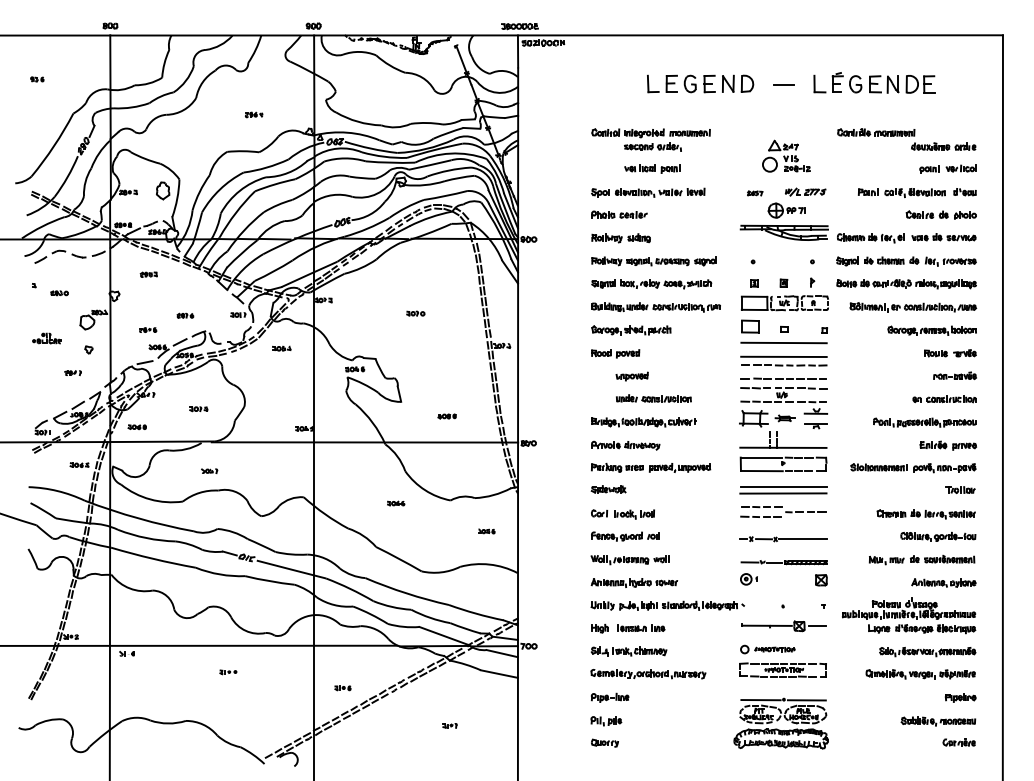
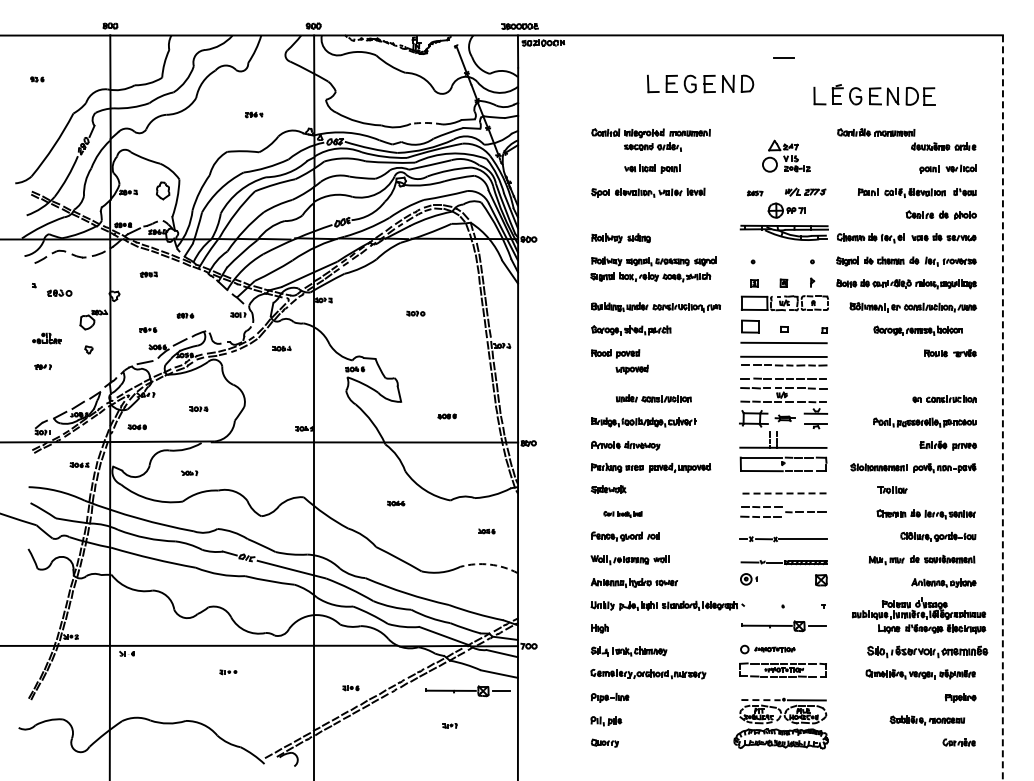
part at (874, 82) position: (874, 82) -> (874, 94)
line at (783, 84) position: (783, 84) -> (783, 57)
arc at (426, 123): solid -> dashed
part at (619, 214): present -> none
part at (651, 284) position: (651, 284) -> (650, 277)
part at (59, 293) size: 19x7 px -> 27x8 px
part at (931, 330) position: (931, 330) -> (917, 330)
part at (72, 373) position: (72, 373) -> (42, 367)
part at (954, 375): present -> none
part at (631, 376) position: (631, 376) -> (631, 369)
line at (1002, 408): solid -> dashed
part at (209, 470) position: (209, 470) -> (189, 472)
line at (783, 486): present -> none
part at (960, 489) position: (960, 489) -> (892, 489)
line at (782, 493): solid -> dashed
part at (622, 514) size: 64x11 px -> 40x7 px
arc at (489, 564): solid -> dashed
part at (909, 615) position: (909, 615) -> (919, 615)
part at (641, 628): present -> none
part at (927, 652) size: 98x11 px -> 122x14 px
part at (342, 688) position: (342, 688) -> (350, 688)
part at (467, 691): none -> present
line at (761, 700): solid -> dashed
part at (938, 721) position: (938, 721) -> (927, 720)
